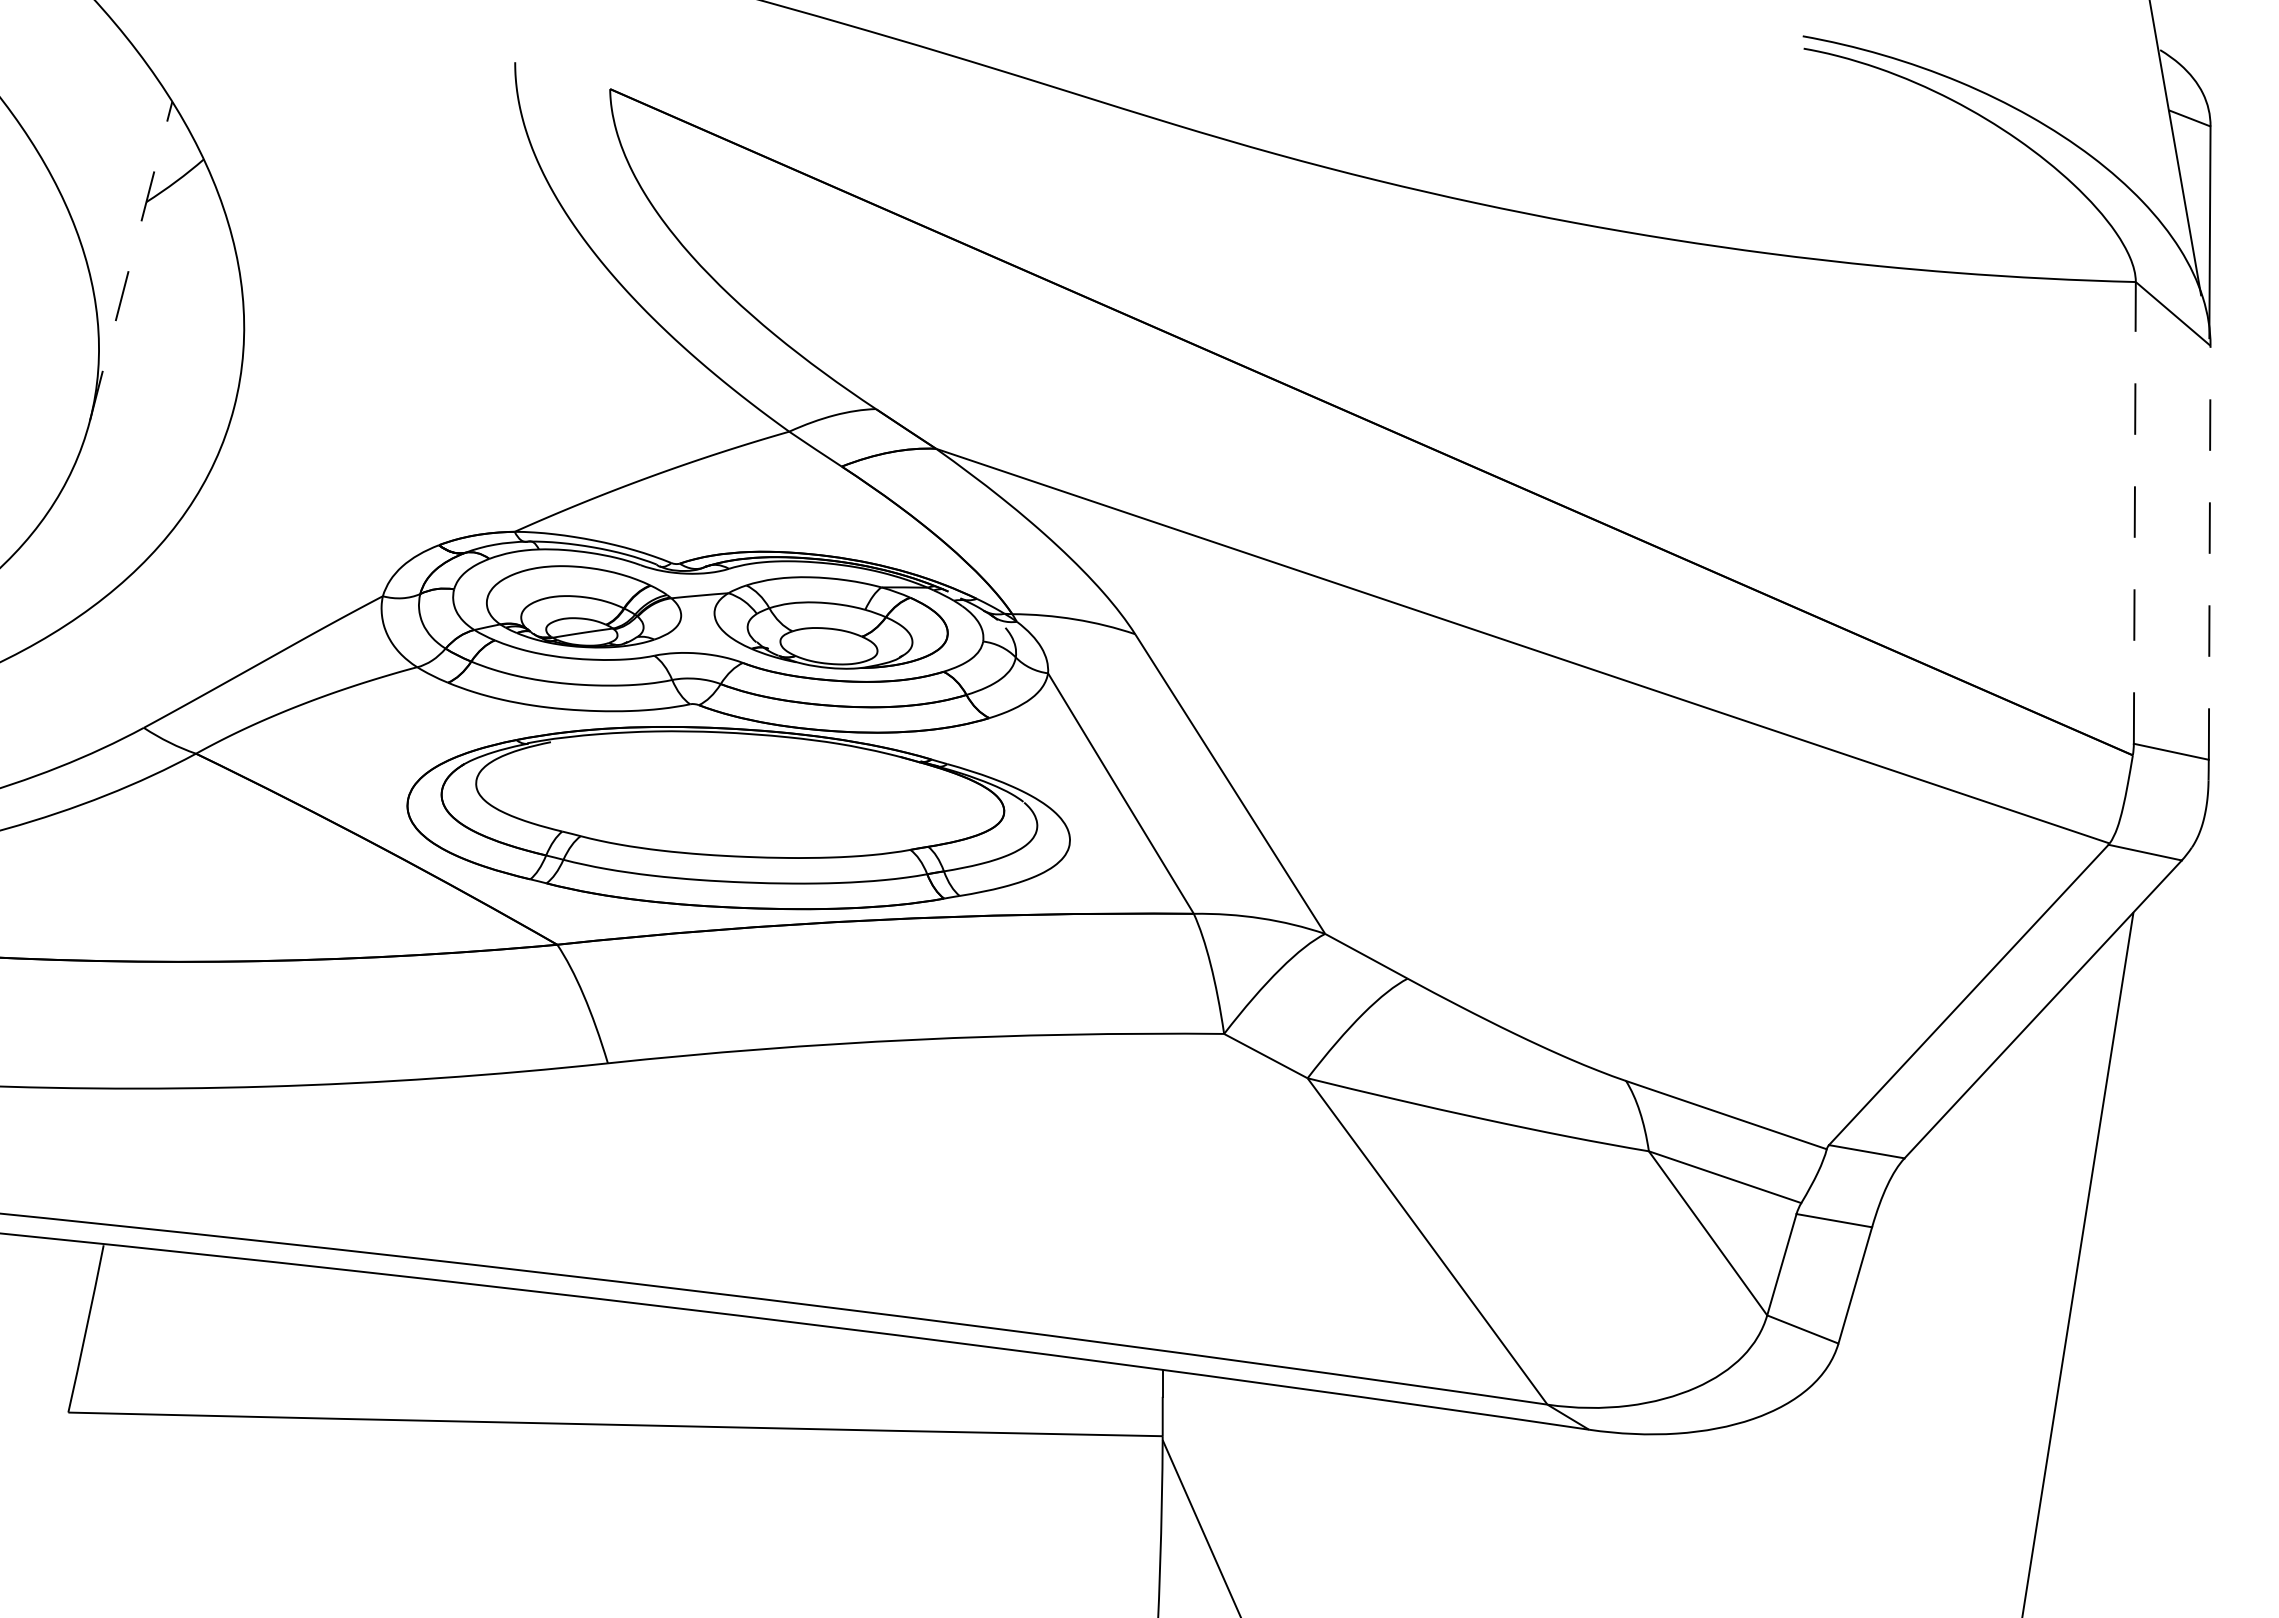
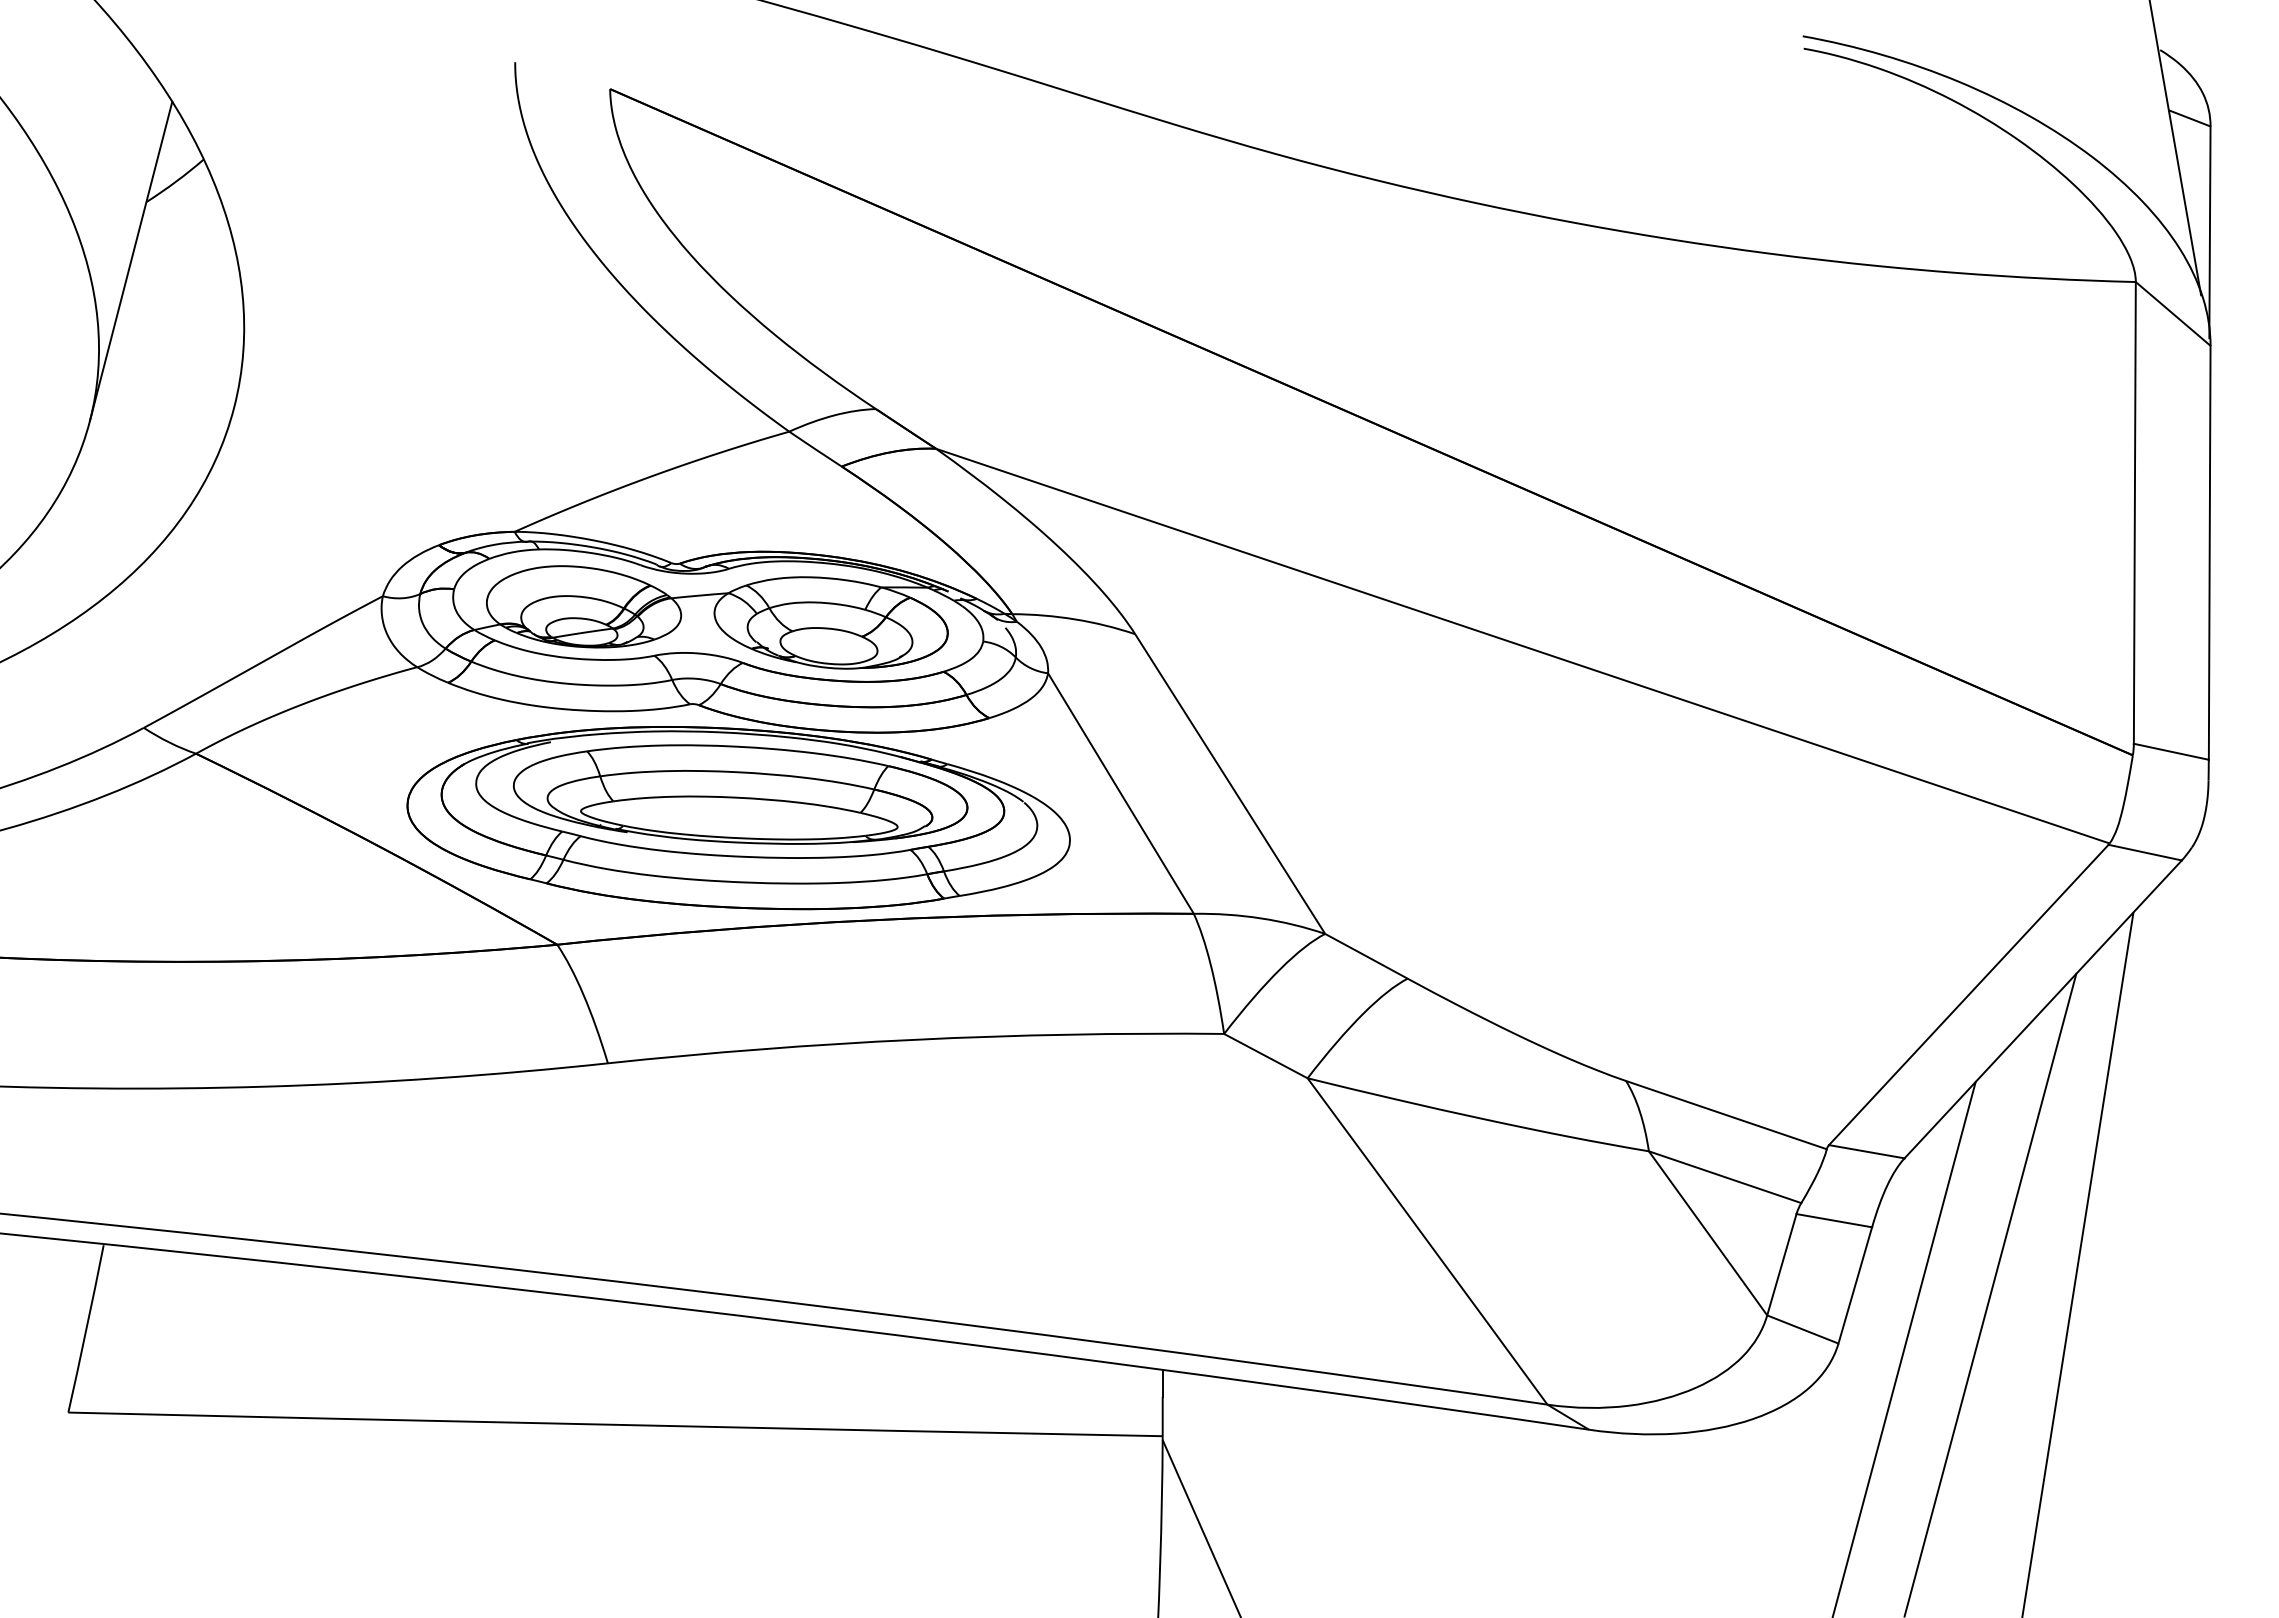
line at (131, 261): dashed -> solid
line at (2134, 512): dashed -> solid
line at (2209, 552): dashed -> solid
part at (740, 794): none -> present
line at (1990, 1293): none -> present
line at (1904, 1347): none -> present
